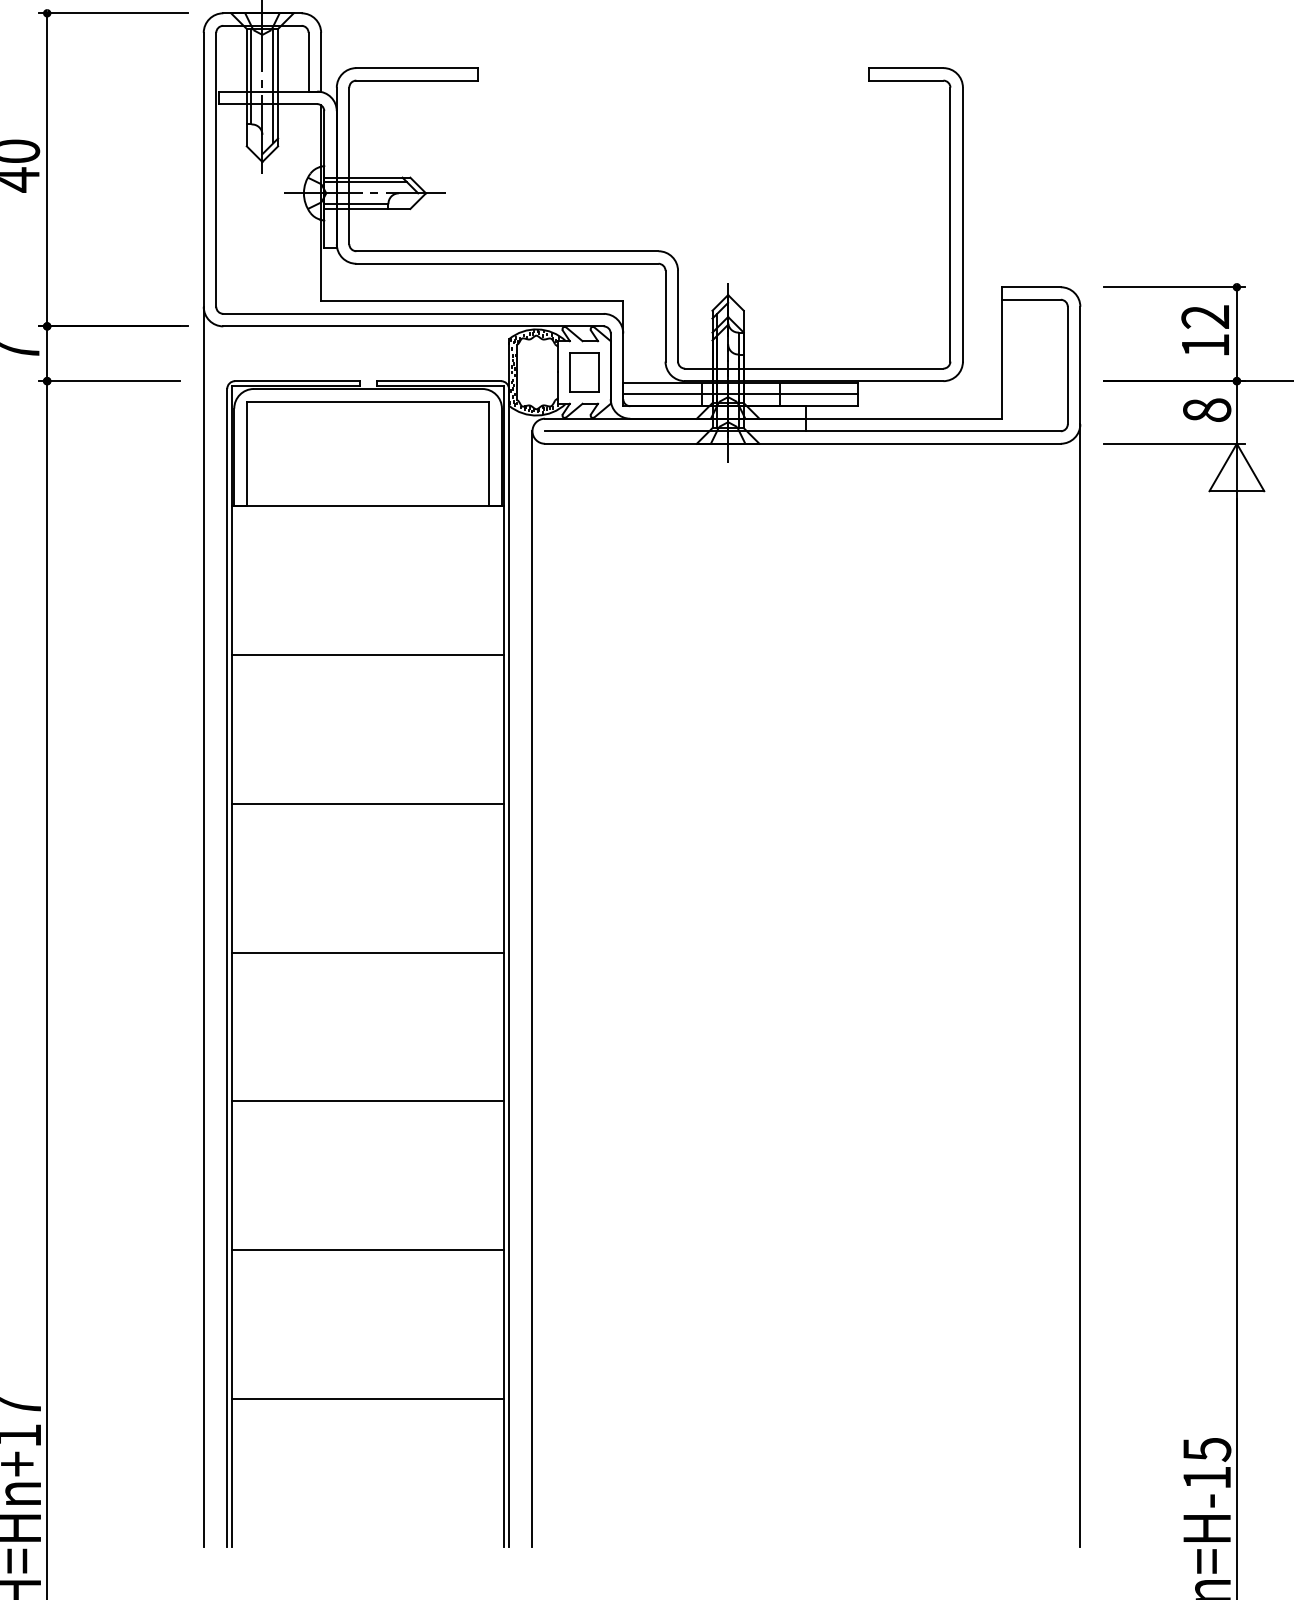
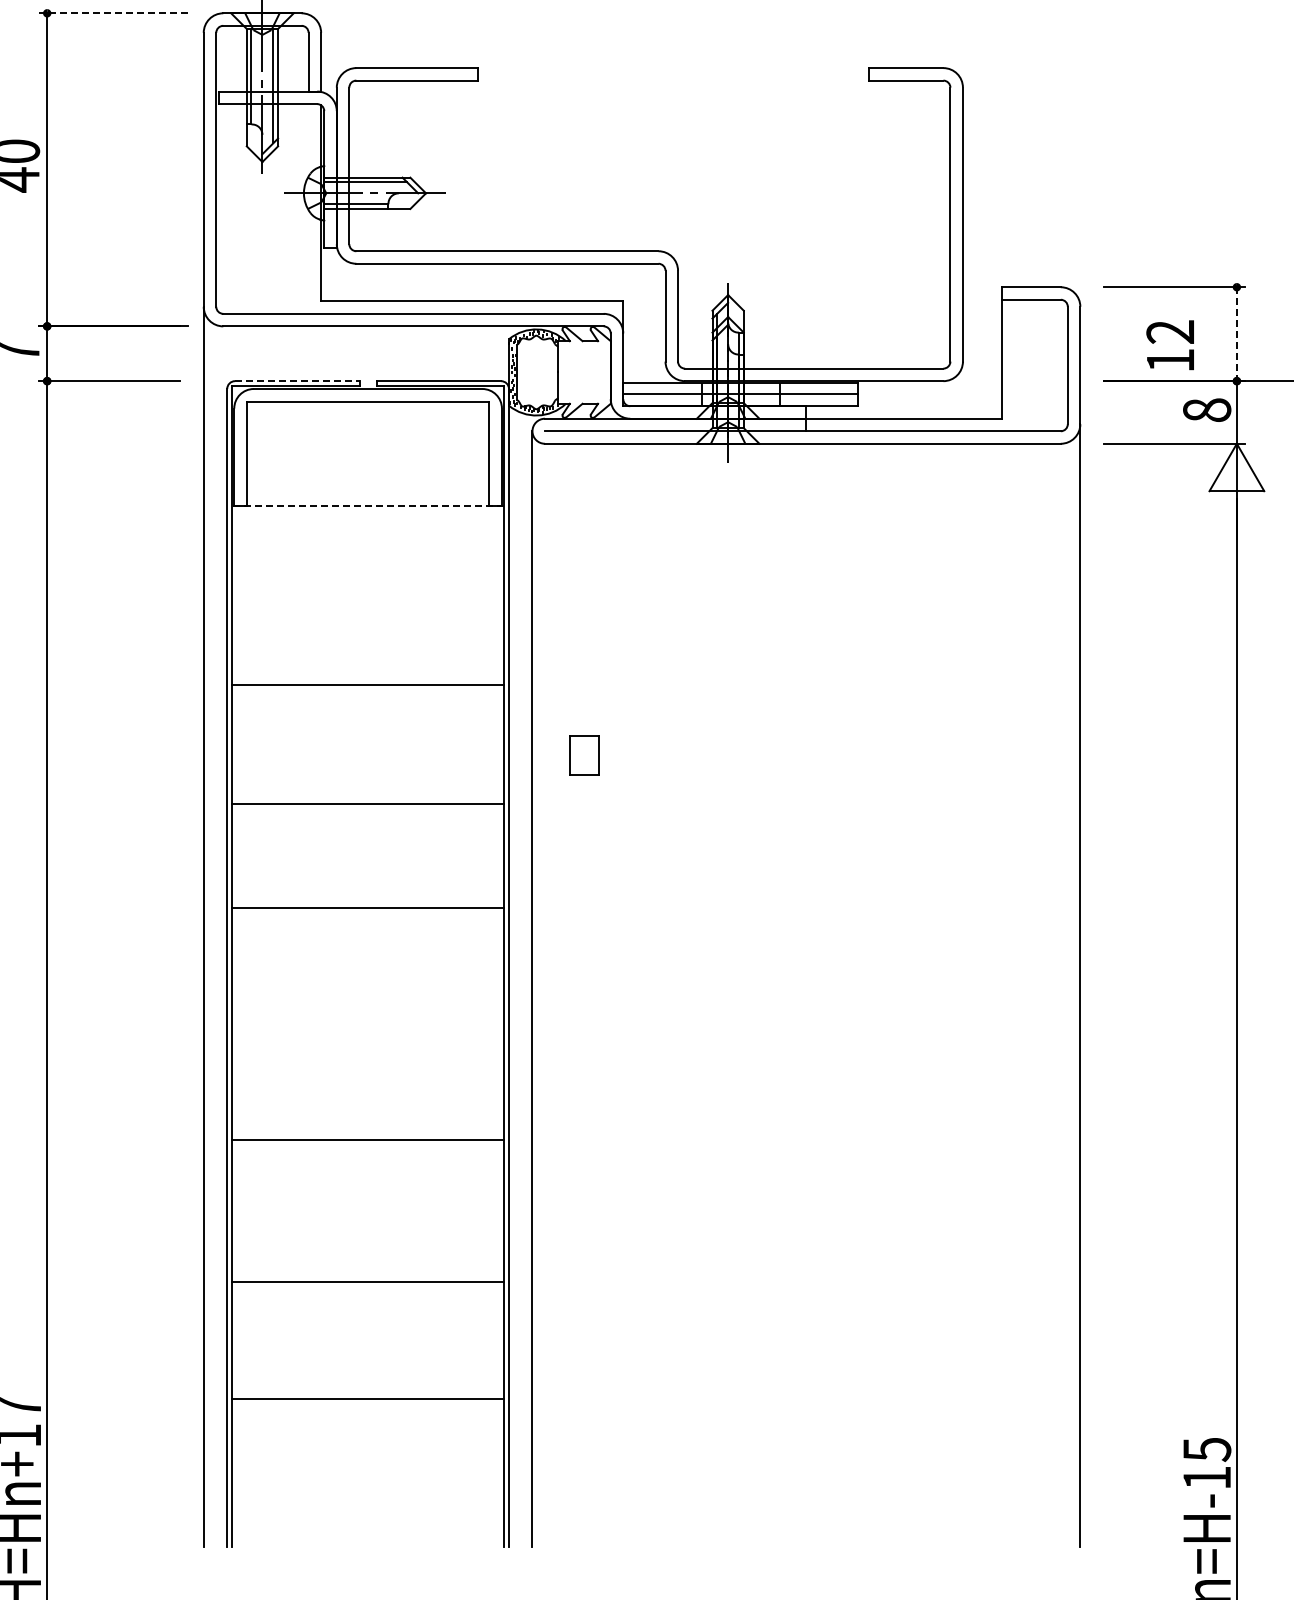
line at (113, 13): solid -> dashed
text at (1204, 330) position: (1204, 330) -> (1169, 345)
line at (1236, 334): solid -> dashed
part at (584, 372) position: (584, 372) -> (584, 755)
line at (297, 381): solid -> dashed
line at (367, 506): solid -> dashed
line at (367, 655) position: (367, 655) -> (367, 685)
line at (367, 952) position: (367, 952) -> (367, 907)
line at (367, 1101) position: (367, 1101) -> (367, 1140)
line at (367, 1249) position: (367, 1249) -> (367, 1281)
